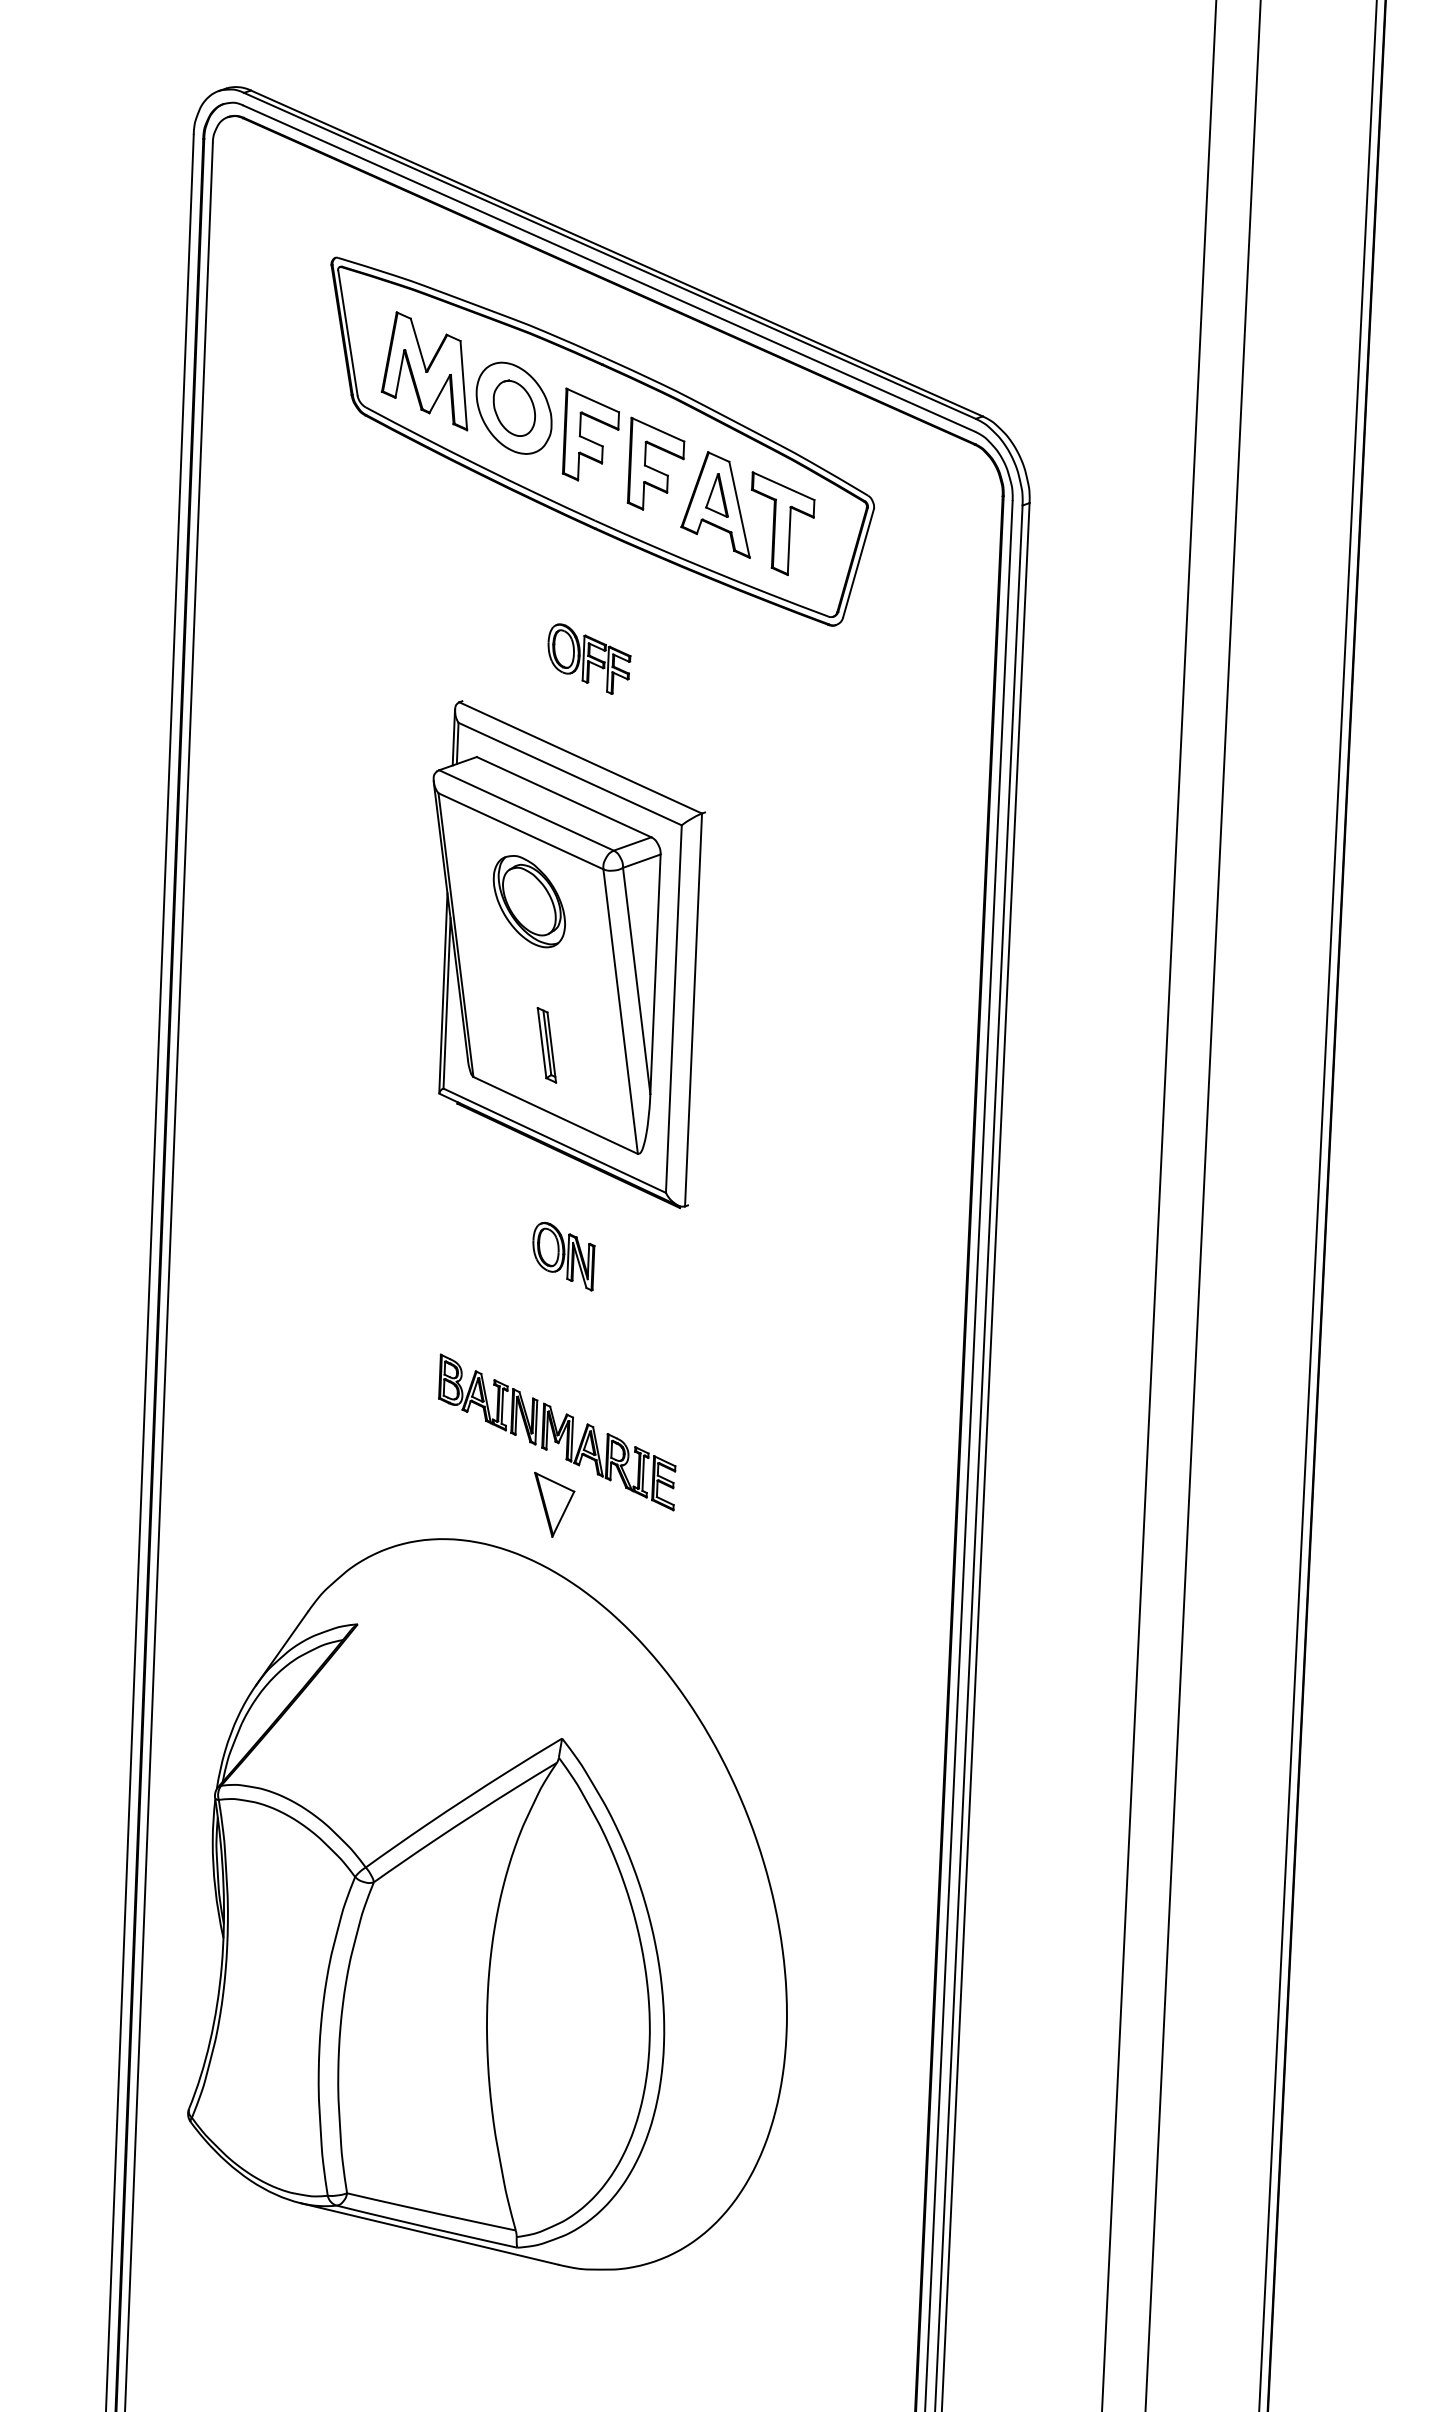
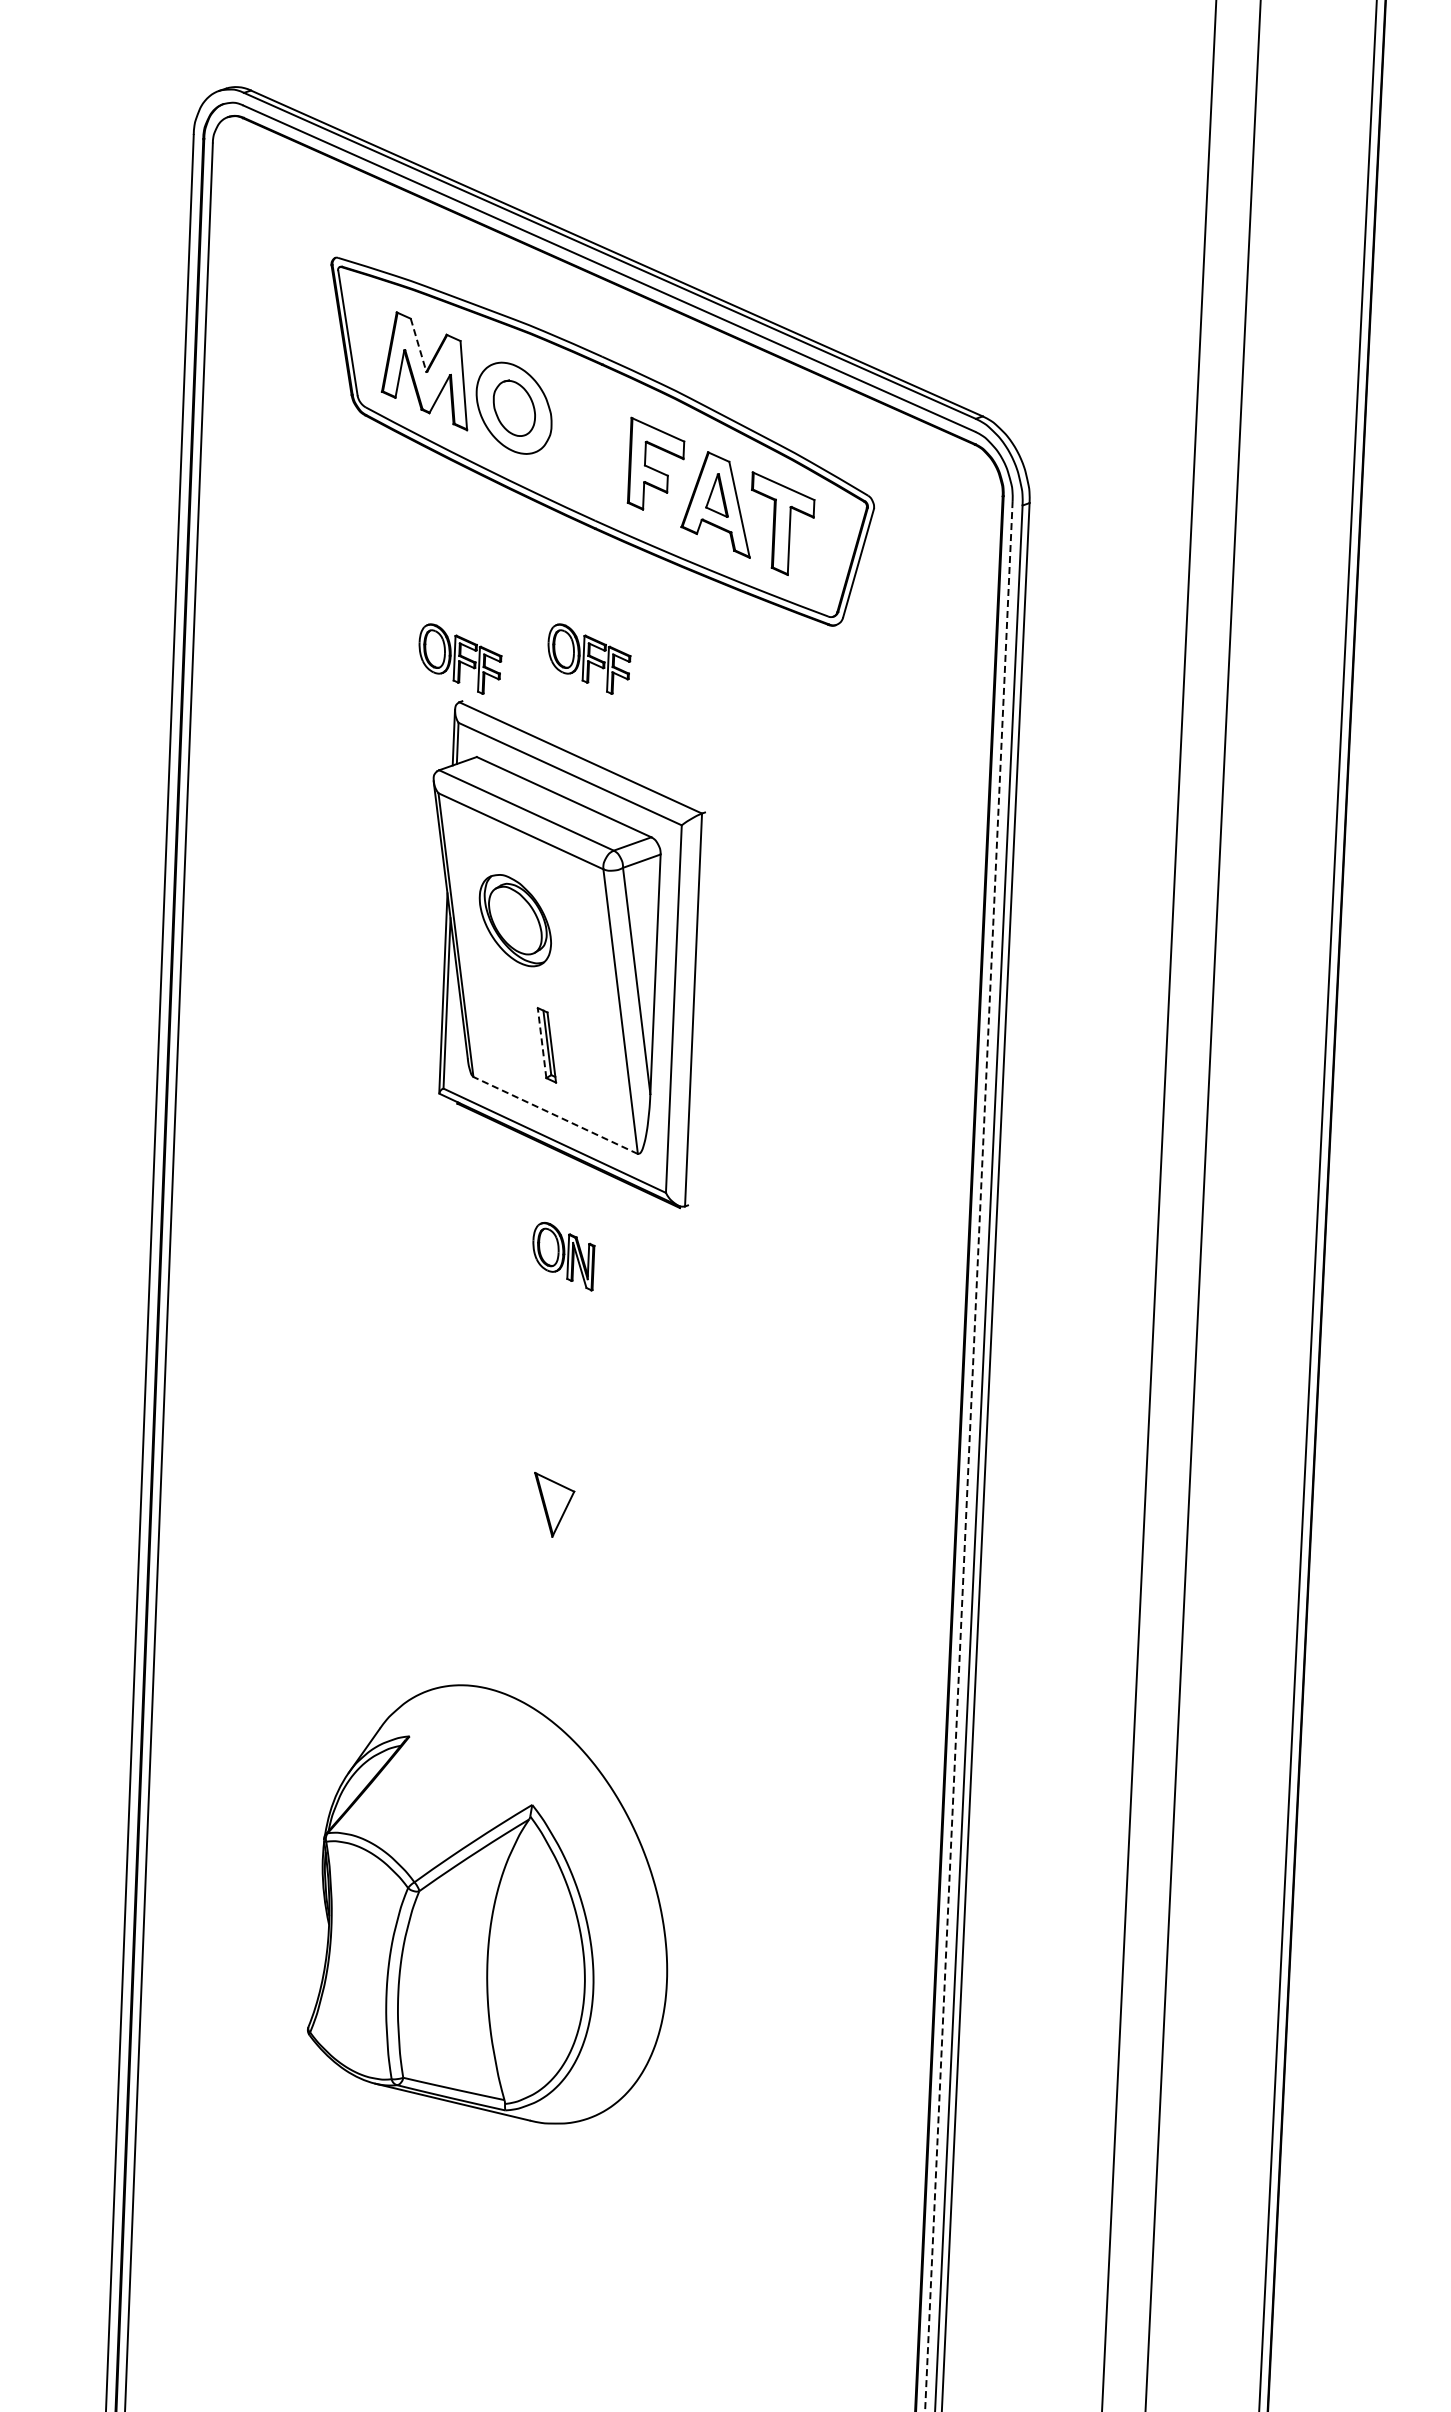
line at (418, 345): solid -> dashed
part at (590, 434): present -> none
part at (460, 658): none -> present
part at (528, 901) position: (528, 901) -> (514, 920)
line at (542, 1042): solid -> dashed
line at (555, 1115): solid -> dashed
part at (557, 1432): present -> none
line at (968, 1456): solid -> dashed
part at (487, 1904) size: 601x733 px -> 362x441 px
